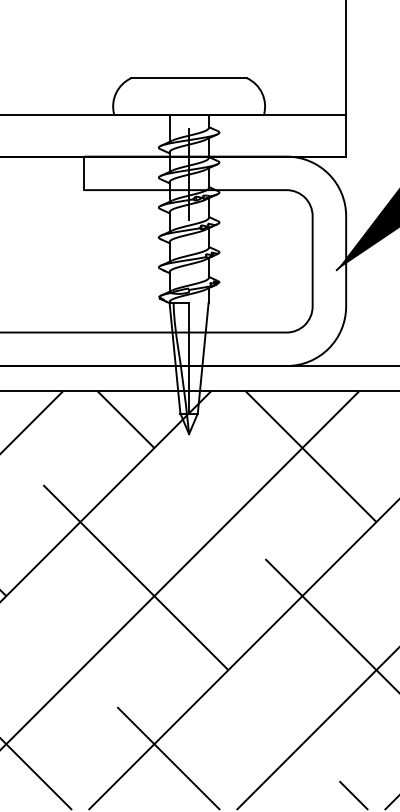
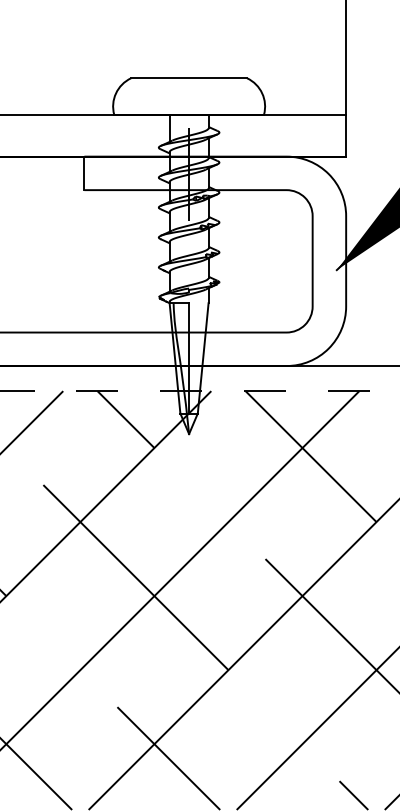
line at (198, 391): solid -> dashed
